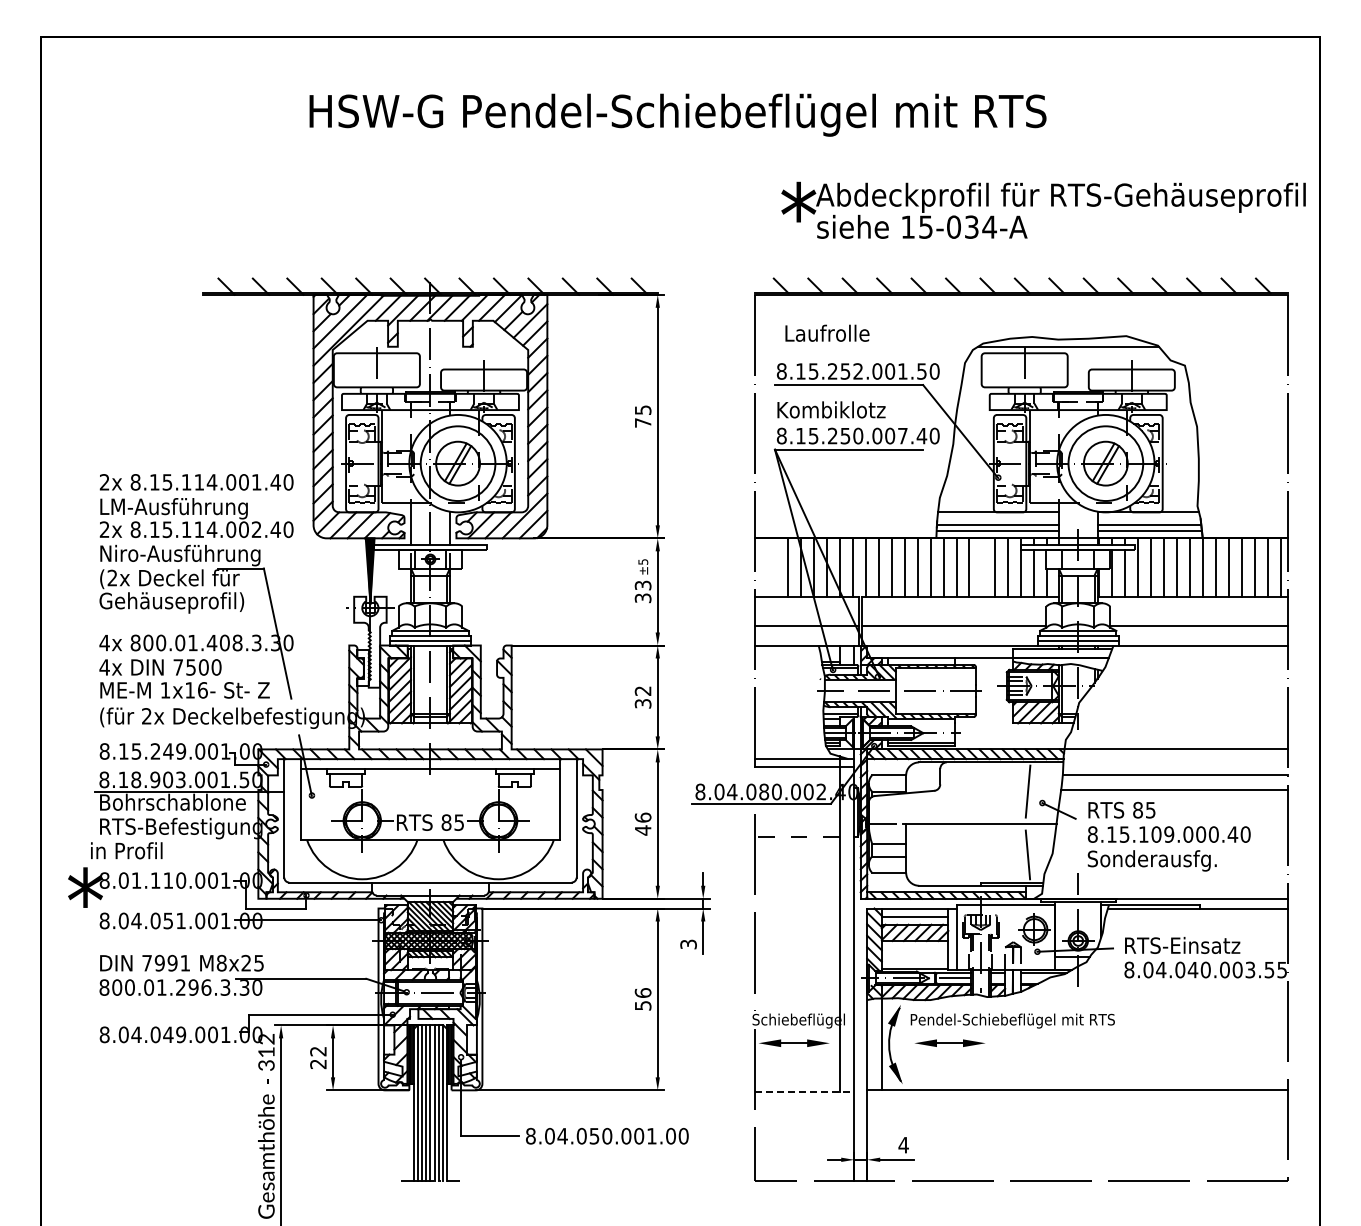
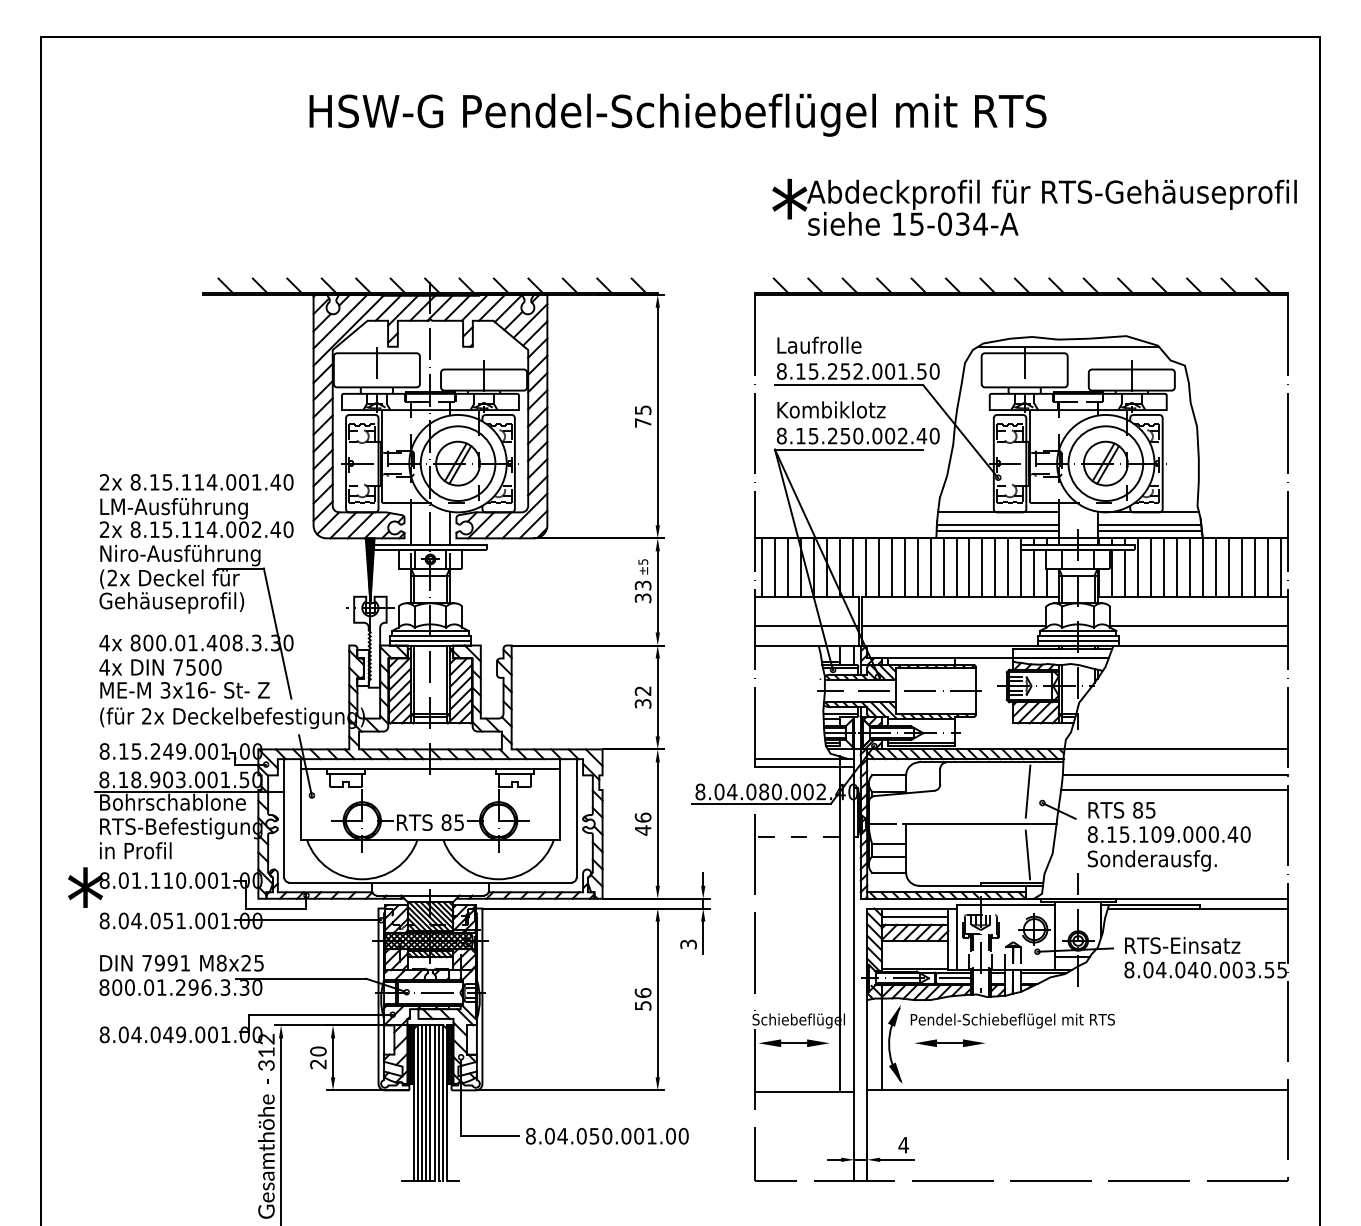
text at (1043, 209) position: (1043, 209) -> (1034, 206)
text at (827, 332) position: (827, 332) -> (819, 344)
text at (902, 435): 8.15.250.007.40 -> 8.15.250.002.40
line at (761, 567): none -> present
line at (774, 567): none -> present
line at (982, 567): none -> present
text at (165, 690): 1x16- -> 3x16-
text at (126, 850) position: (126, 850) -> (135, 850)
text at (318, 1051): 22 -> 20
line at (804, 1091): dashed -> solid
